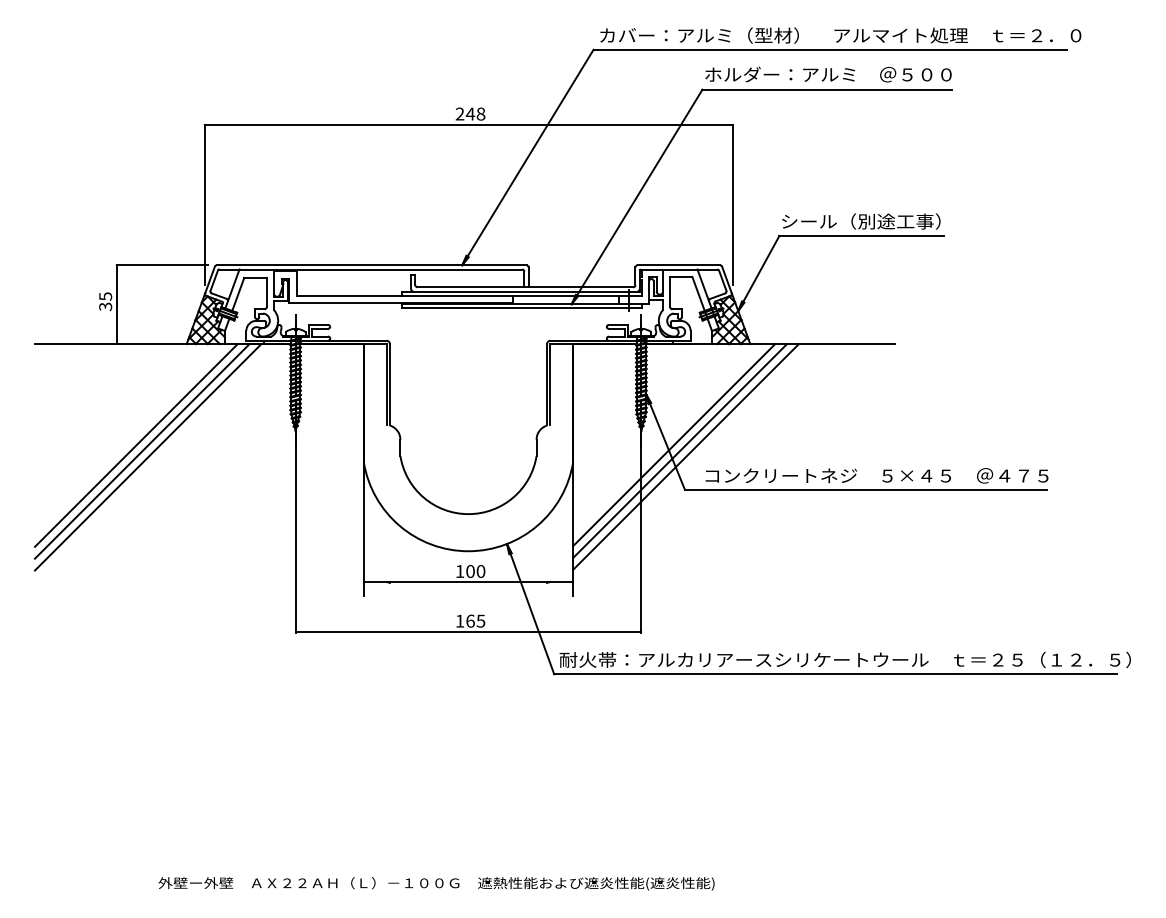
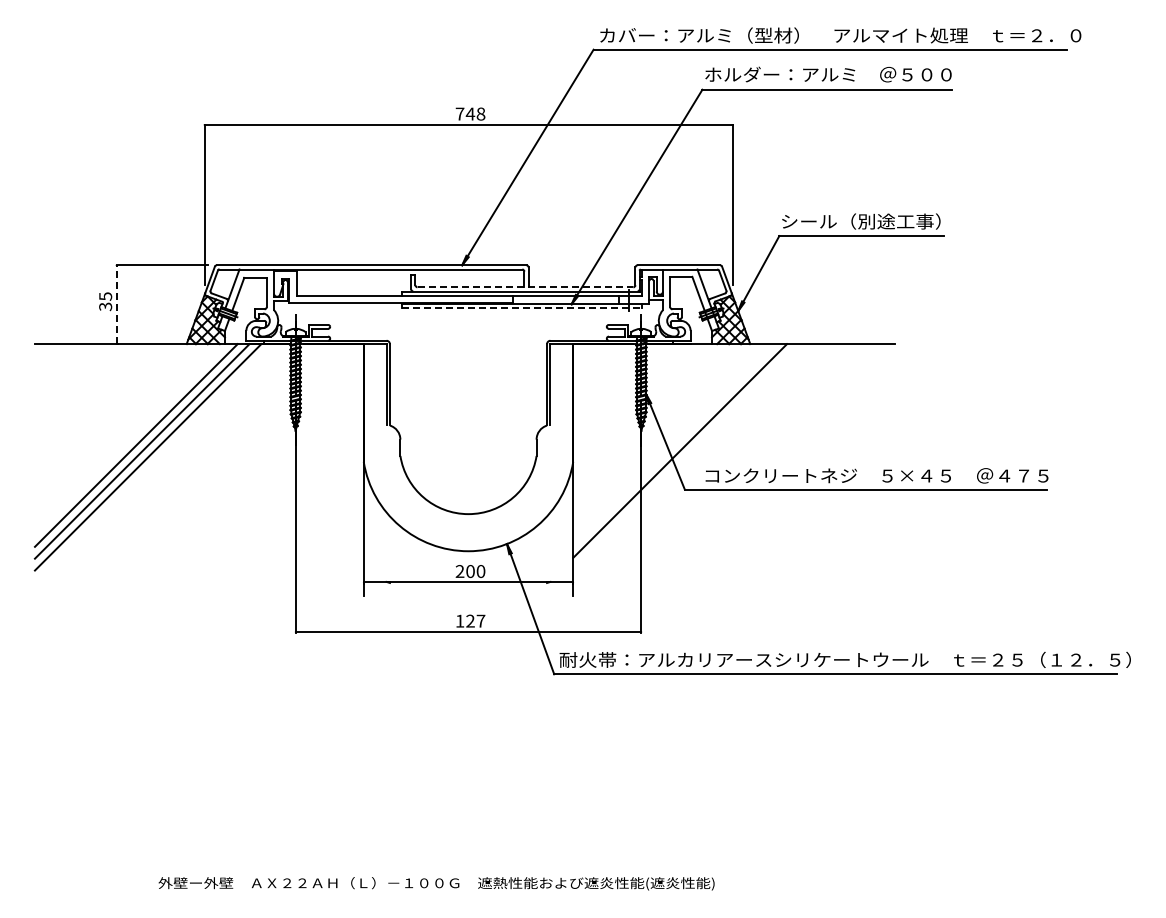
text at (459, 113): 248 -> 748
line at (525, 287): solid -> dashed
line at (116, 304): solid -> dashed
line at (522, 308): solid -> dashed
line at (674, 445): present -> none
line at (685, 456): present -> none
text at (459, 571): 100 -> 200
text at (475, 620): 165 -> 127
